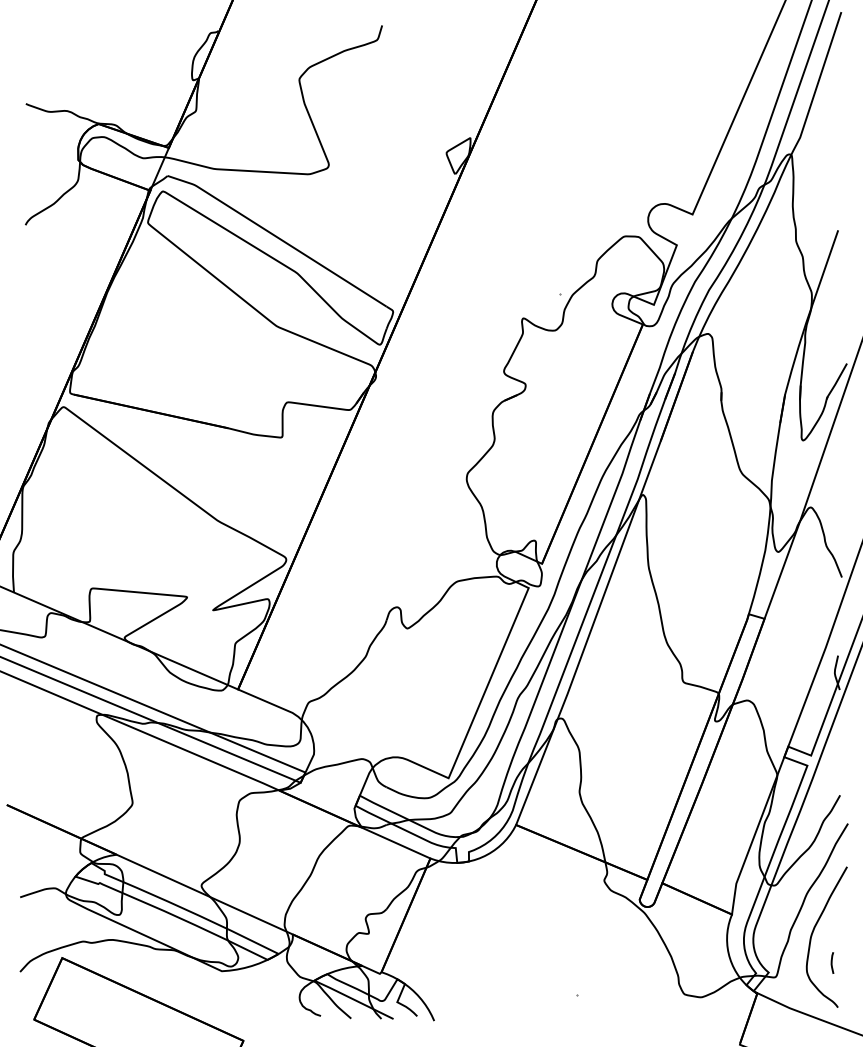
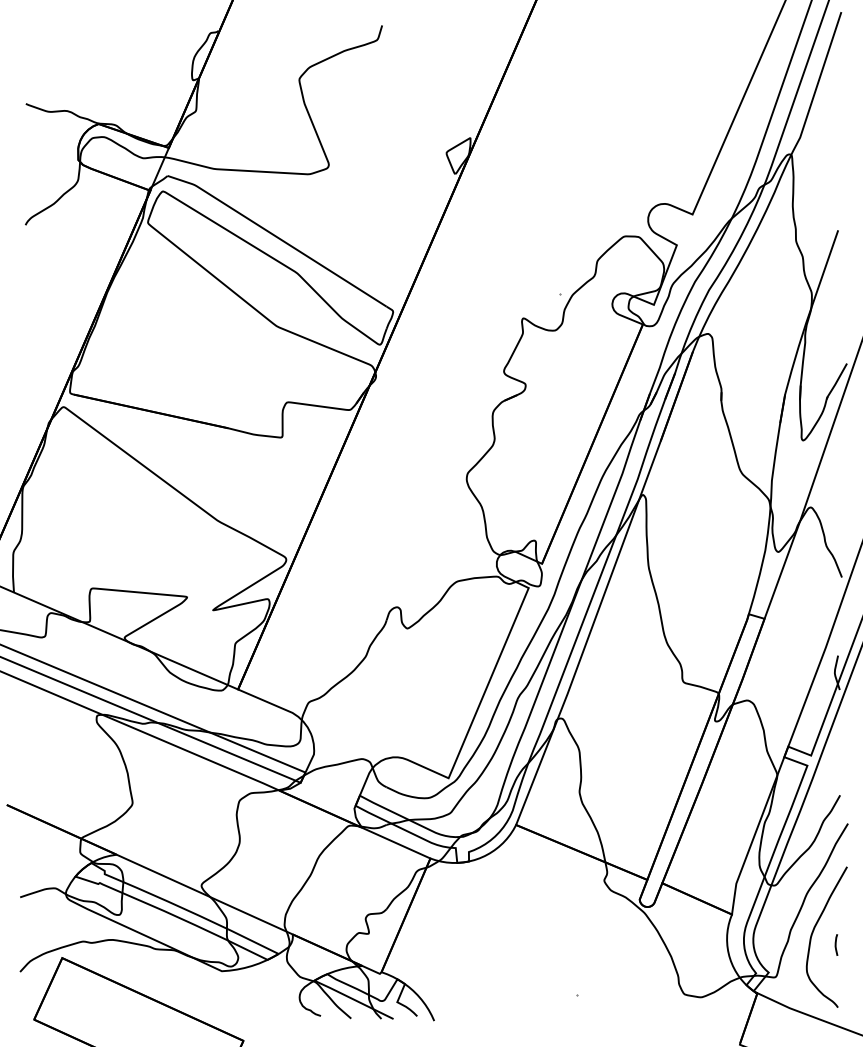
curve at (832, 962) position: (832, 962) -> (836, 944)
